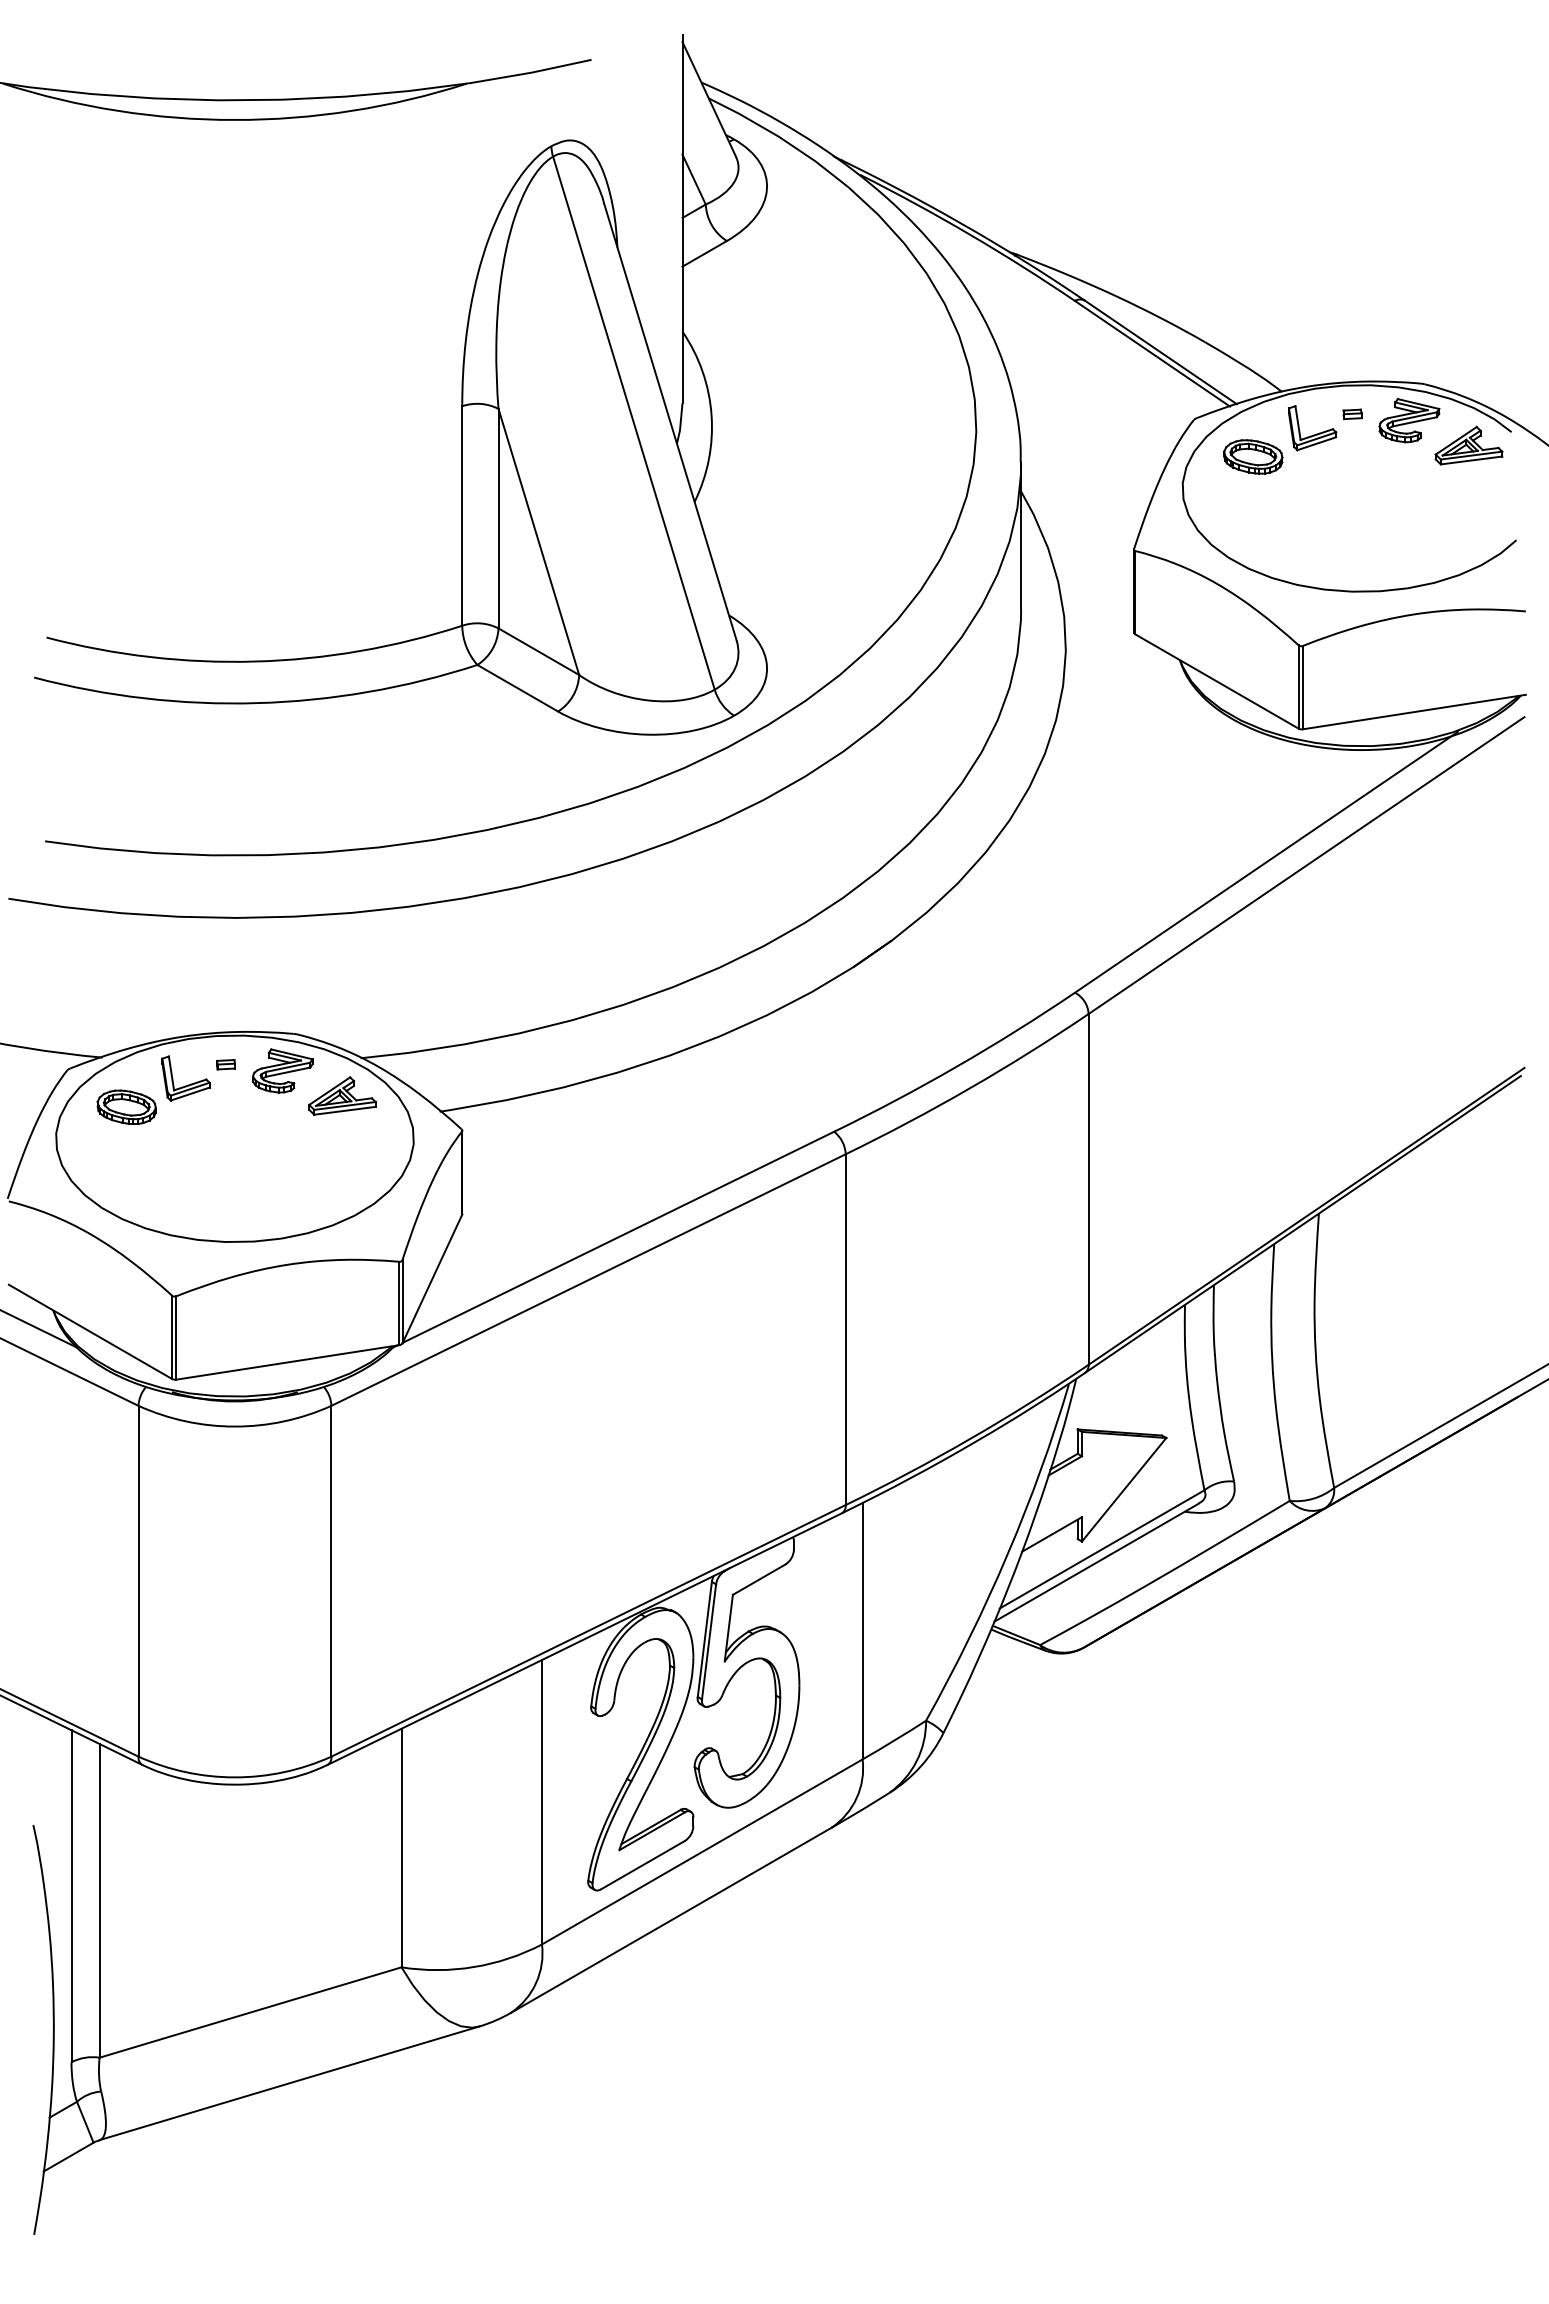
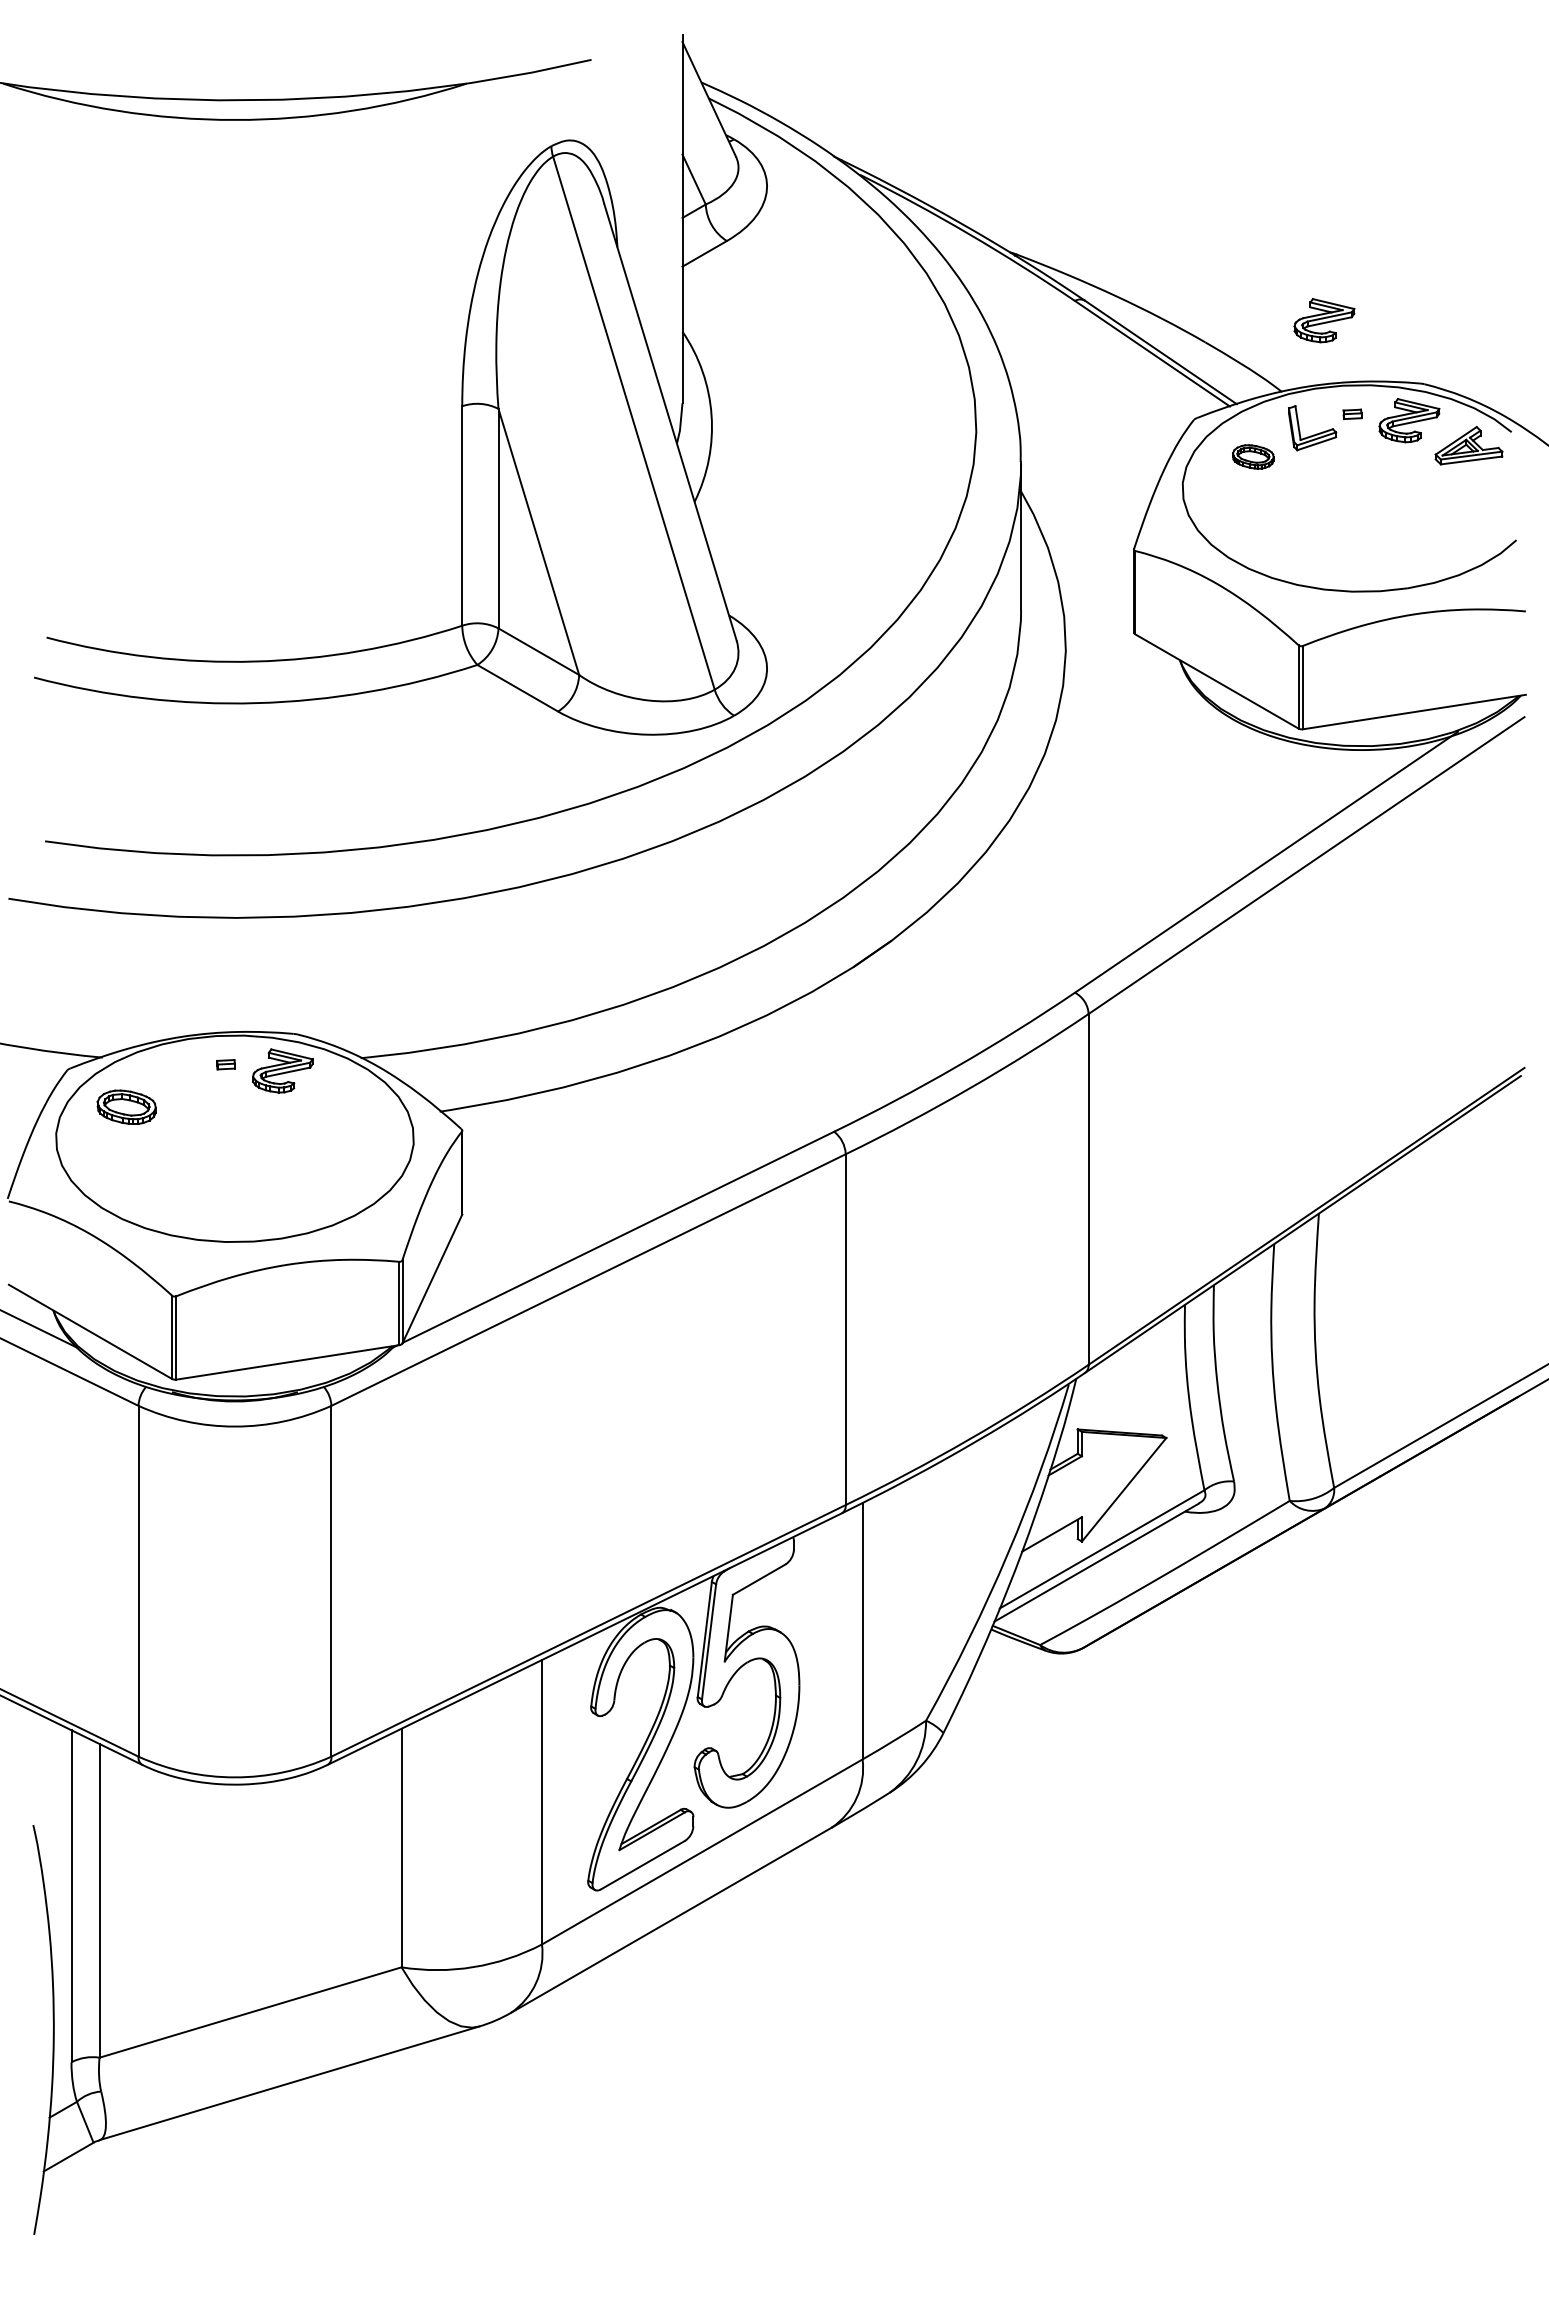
part at (1324, 320): none -> present
part at (1253, 456) size: 61x36 px -> 43x26 px
part at (187, 1084): present -> none
part at (342, 1095): present -> none
